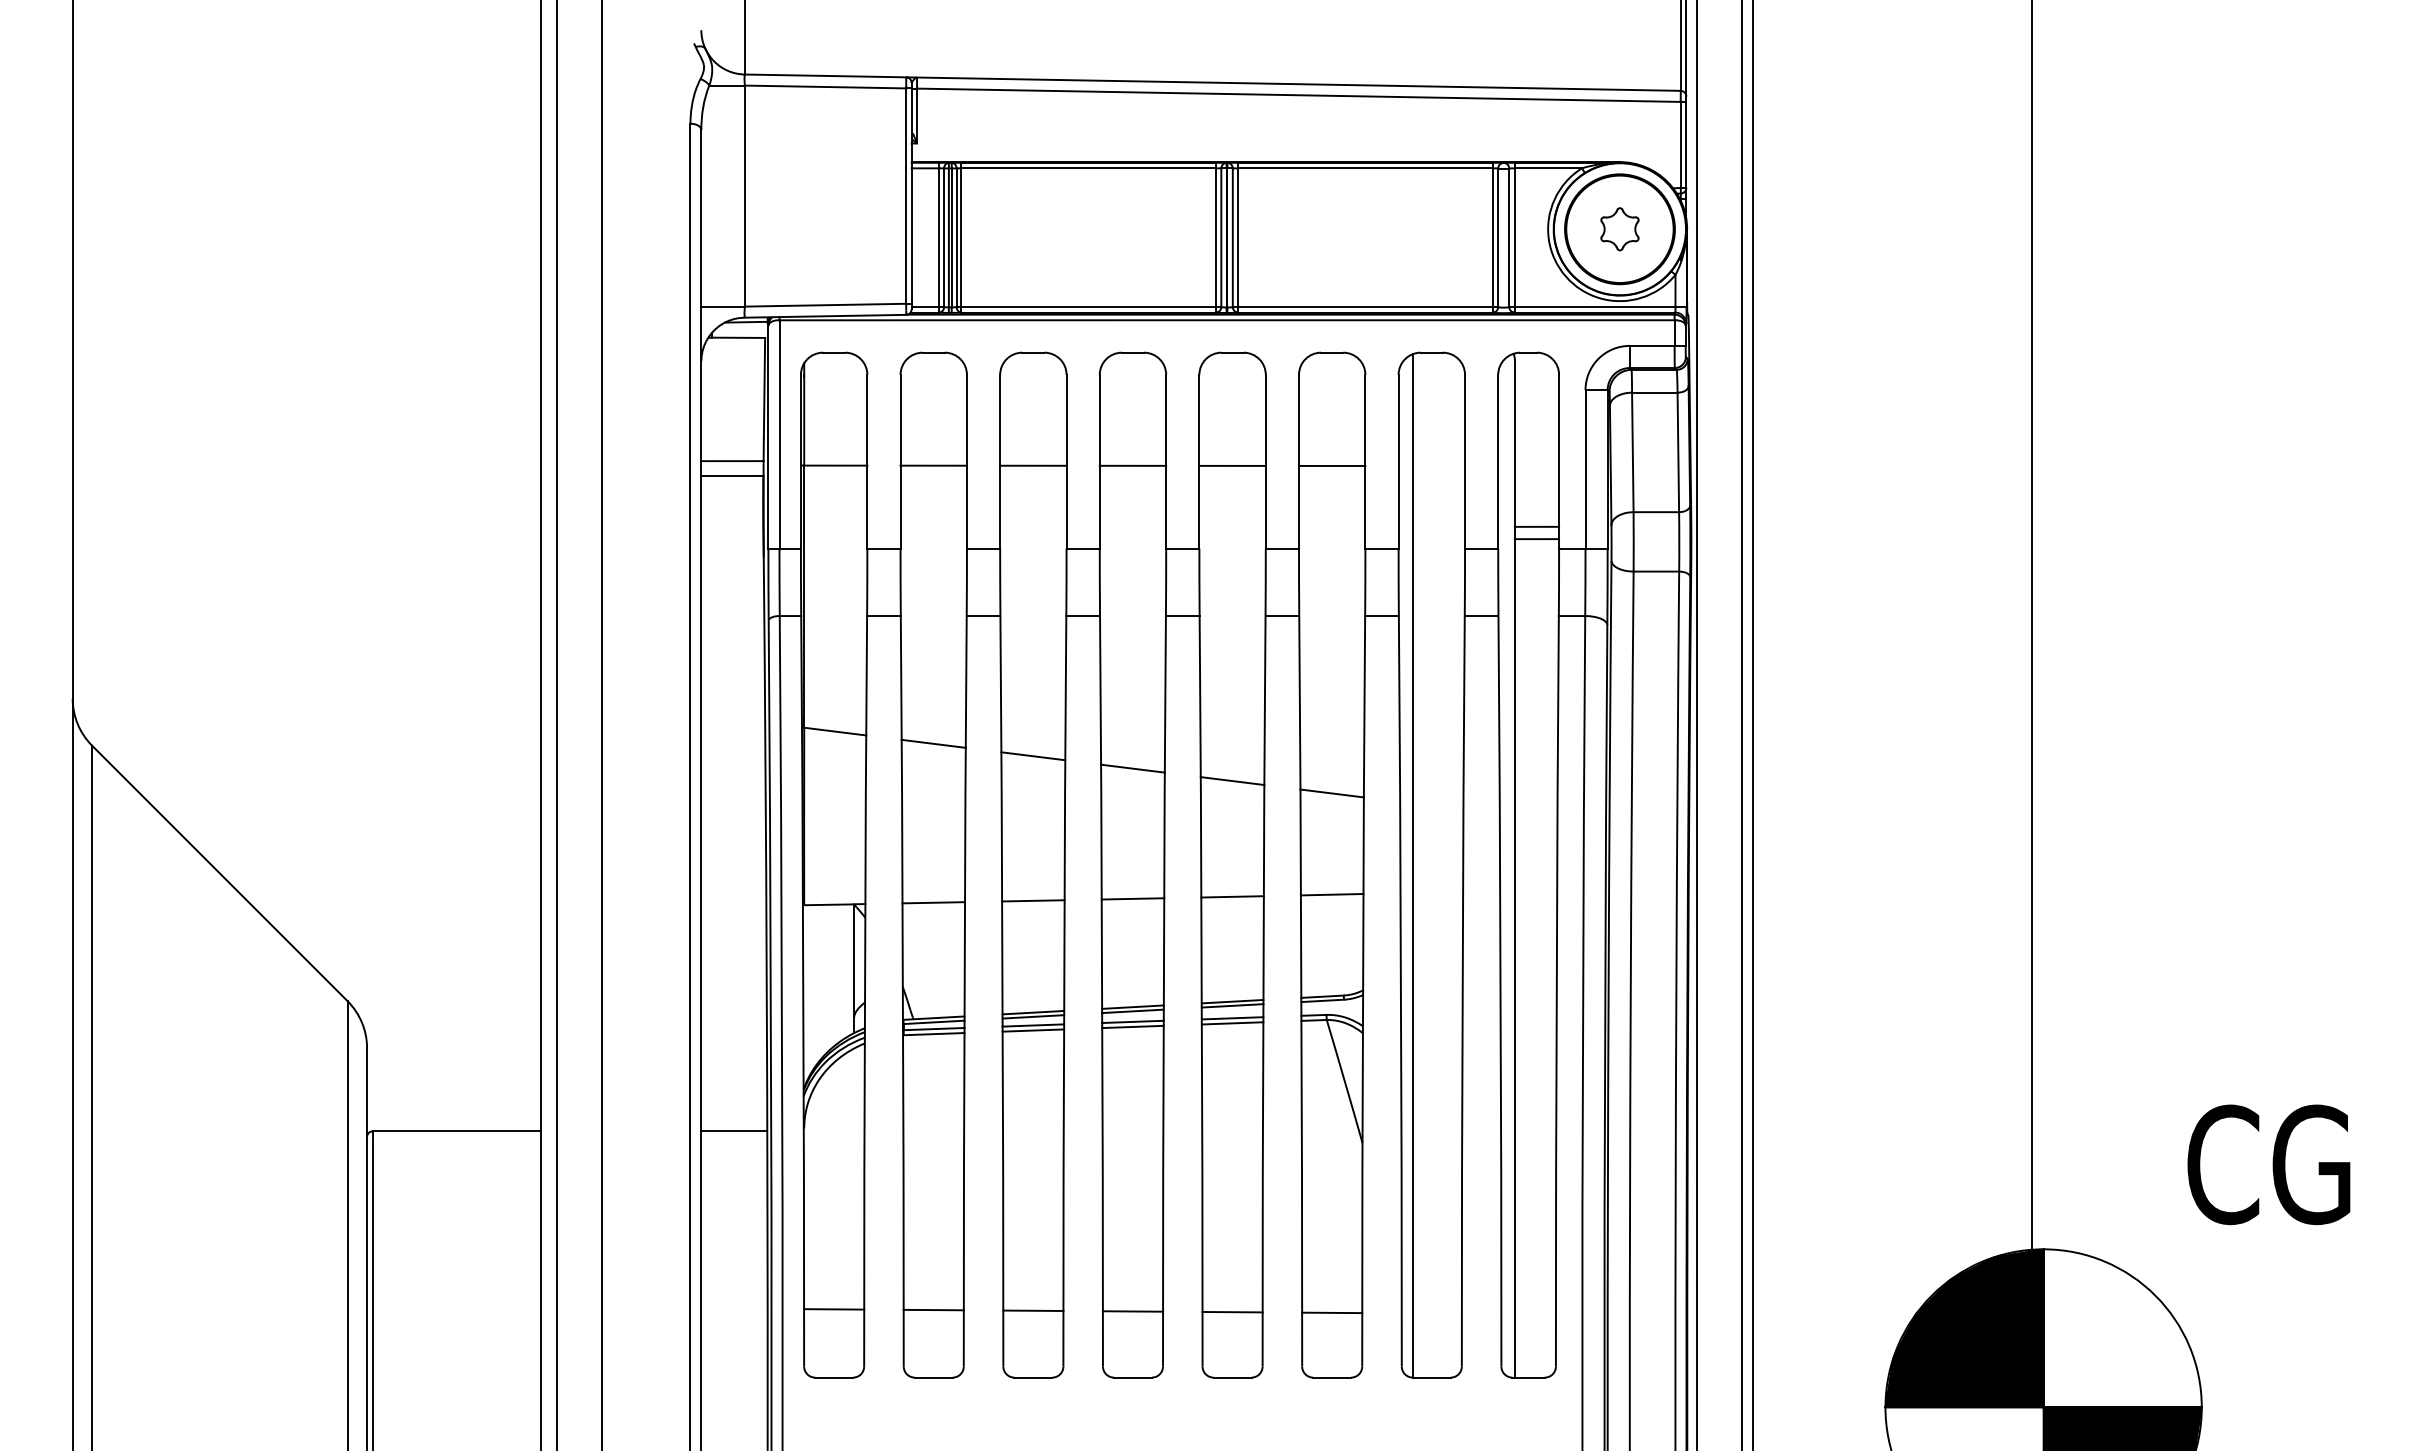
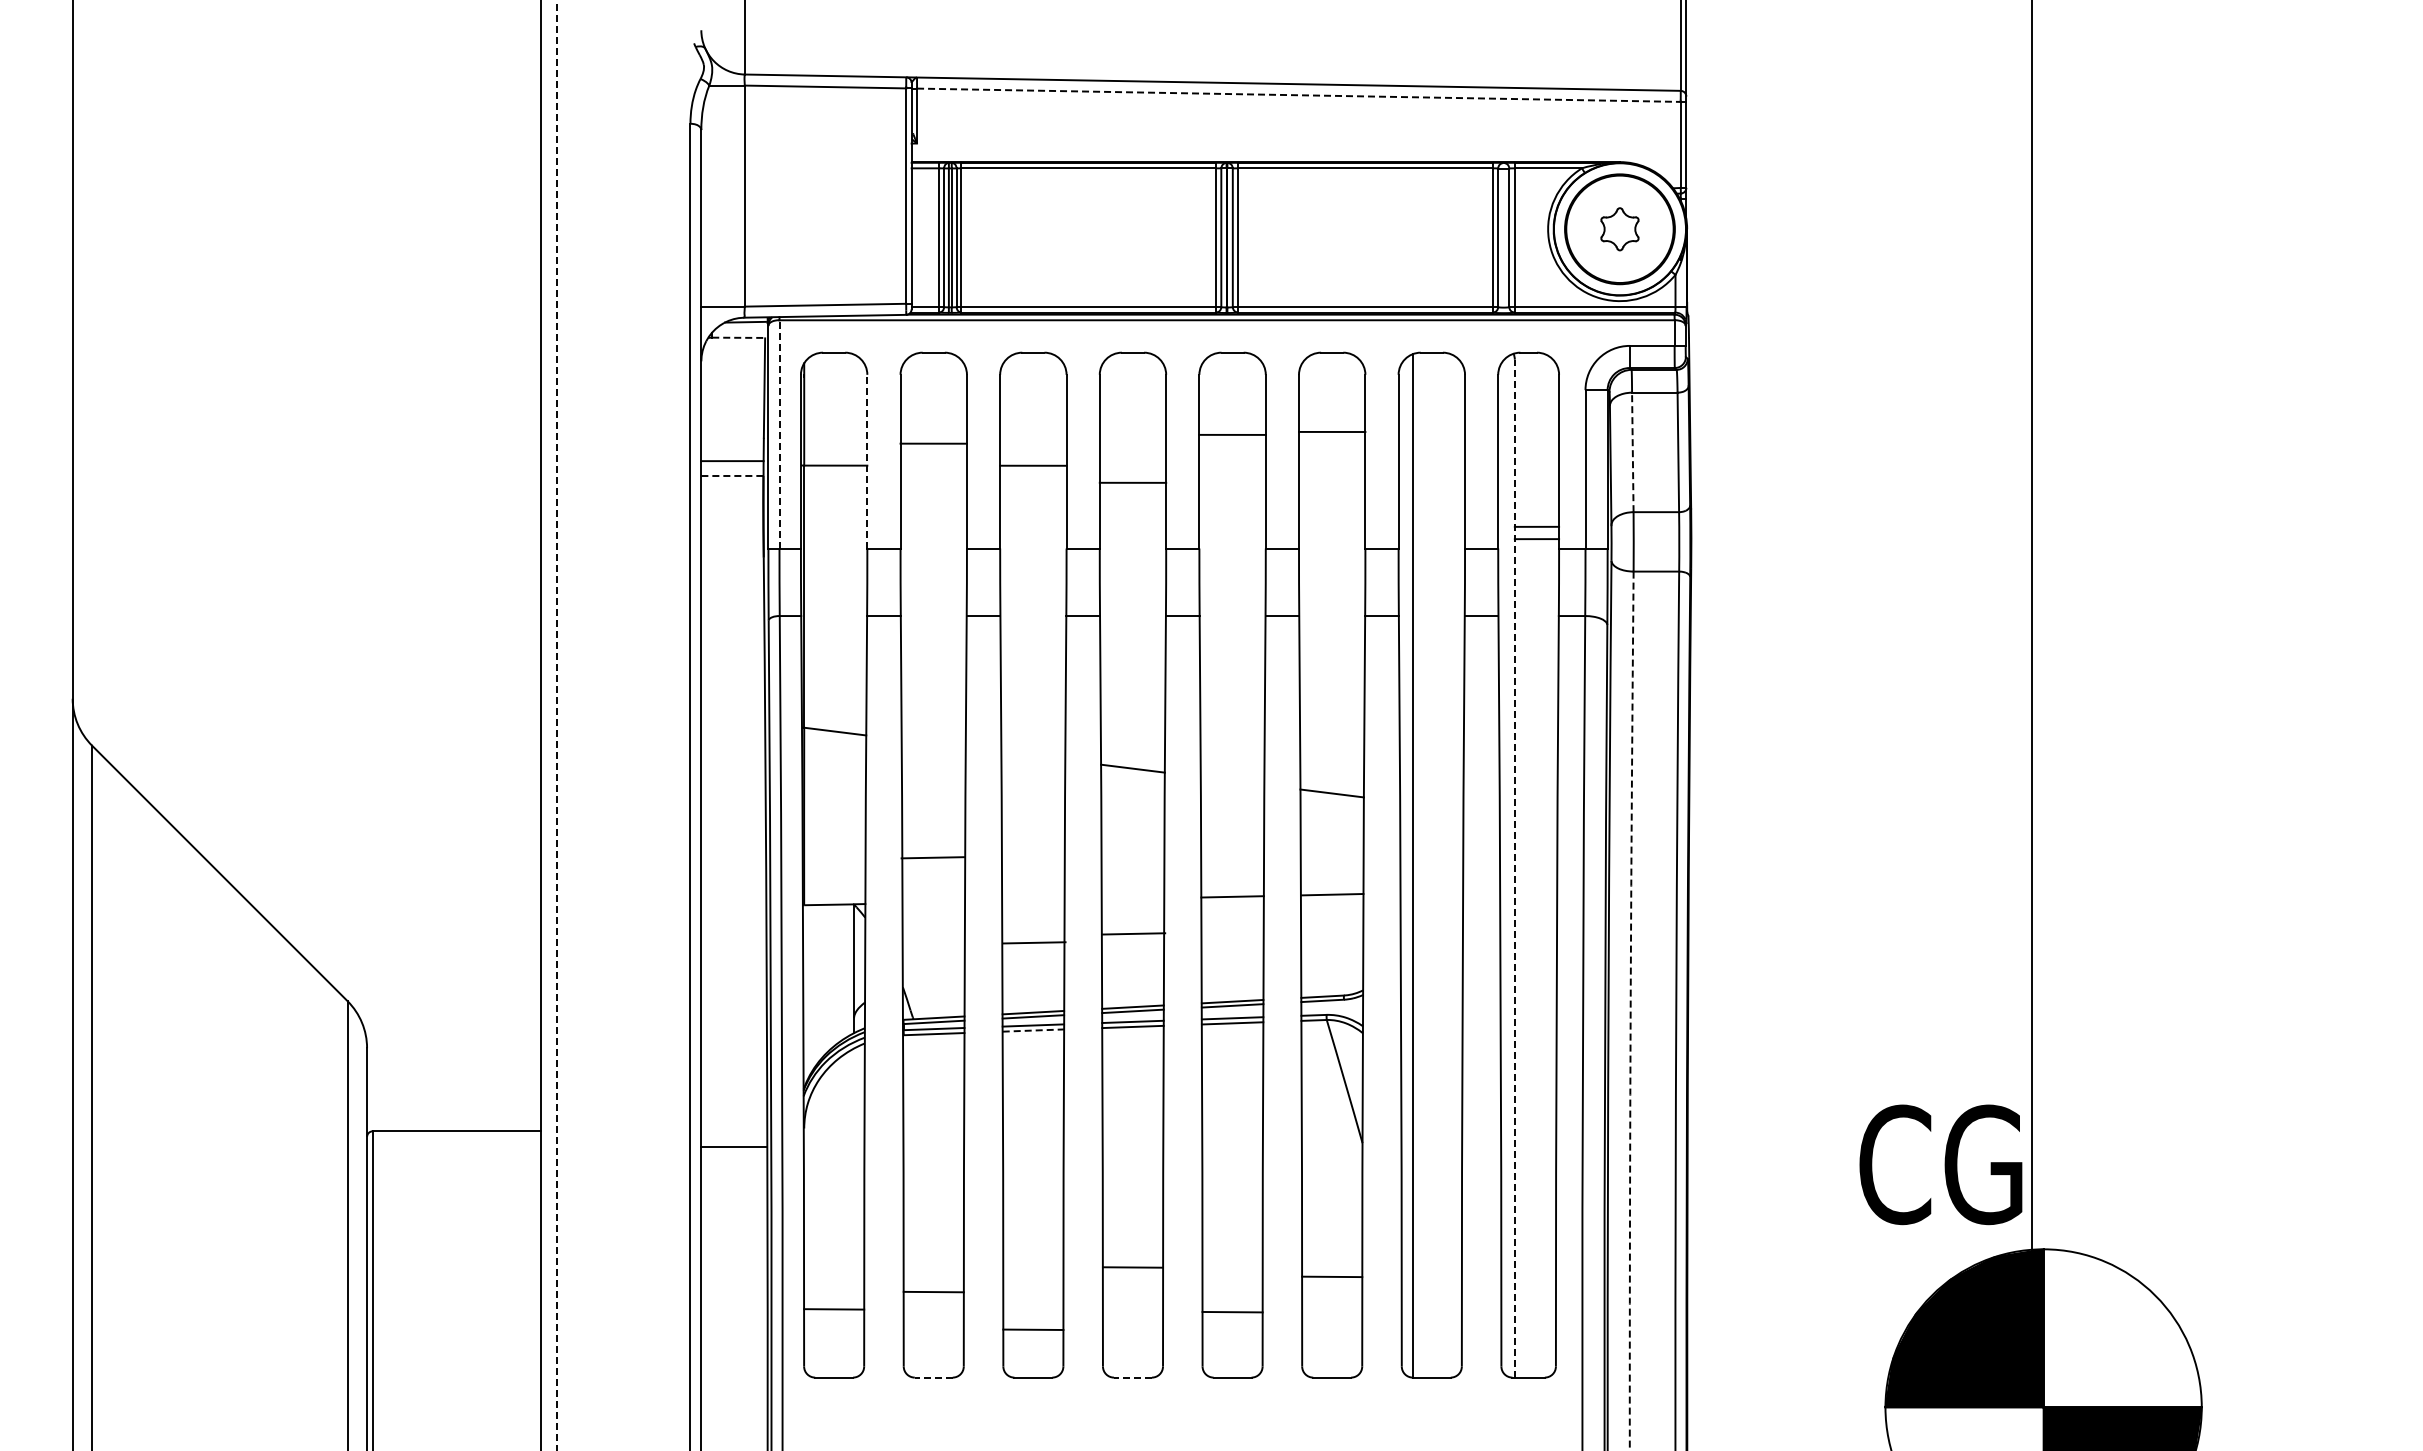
line at (1298, 95): solid -> dashed
line at (739, 337): solid -> dashed
line at (779, 433): solid -> dashed
line at (1632, 452): solid -> dashed
line at (867, 461): solid -> dashed
line at (933, 465) position: (933, 465) -> (933, 443)
line at (1132, 465) position: (1132, 465) -> (1132, 482)
line at (1232, 465) position: (1232, 465) -> (1232, 434)
line at (1332, 465) position: (1332, 465) -> (1332, 431)
line at (732, 475): solid -> dashed
line at (601, 724): present -> none
line at (1697, 724): present -> none
line at (1741, 724): present -> none
line at (1752, 724): present -> none
line at (557, 725): solid -> dashed
line at (933, 743): present -> none
line at (1033, 756): present -> none
line at (1232, 781): present -> none
line at (1514, 868): solid -> dashed
line at (1132, 898) position: (1132, 898) -> (1133, 933)
line at (1033, 900) position: (1033, 900) -> (1034, 942)
line at (933, 902) position: (933, 902) -> (932, 857)
arc at (1630, 1011): solid -> dashed
line at (1033, 1030): solid -> dashed
line at (734, 1131) position: (734, 1131) -> (734, 1147)
text at (2268, 1164) position: (2268, 1164) -> (1940, 1164)
line at (933, 1309) position: (933, 1309) -> (933, 1291)
line at (1033, 1310) position: (1033, 1310) -> (1033, 1329)
line at (1132, 1311) position: (1132, 1311) -> (1132, 1267)
line at (1332, 1312) position: (1332, 1312) -> (1332, 1276)
line at (933, 1377): solid -> dashed
line at (1132, 1377): solid -> dashed
